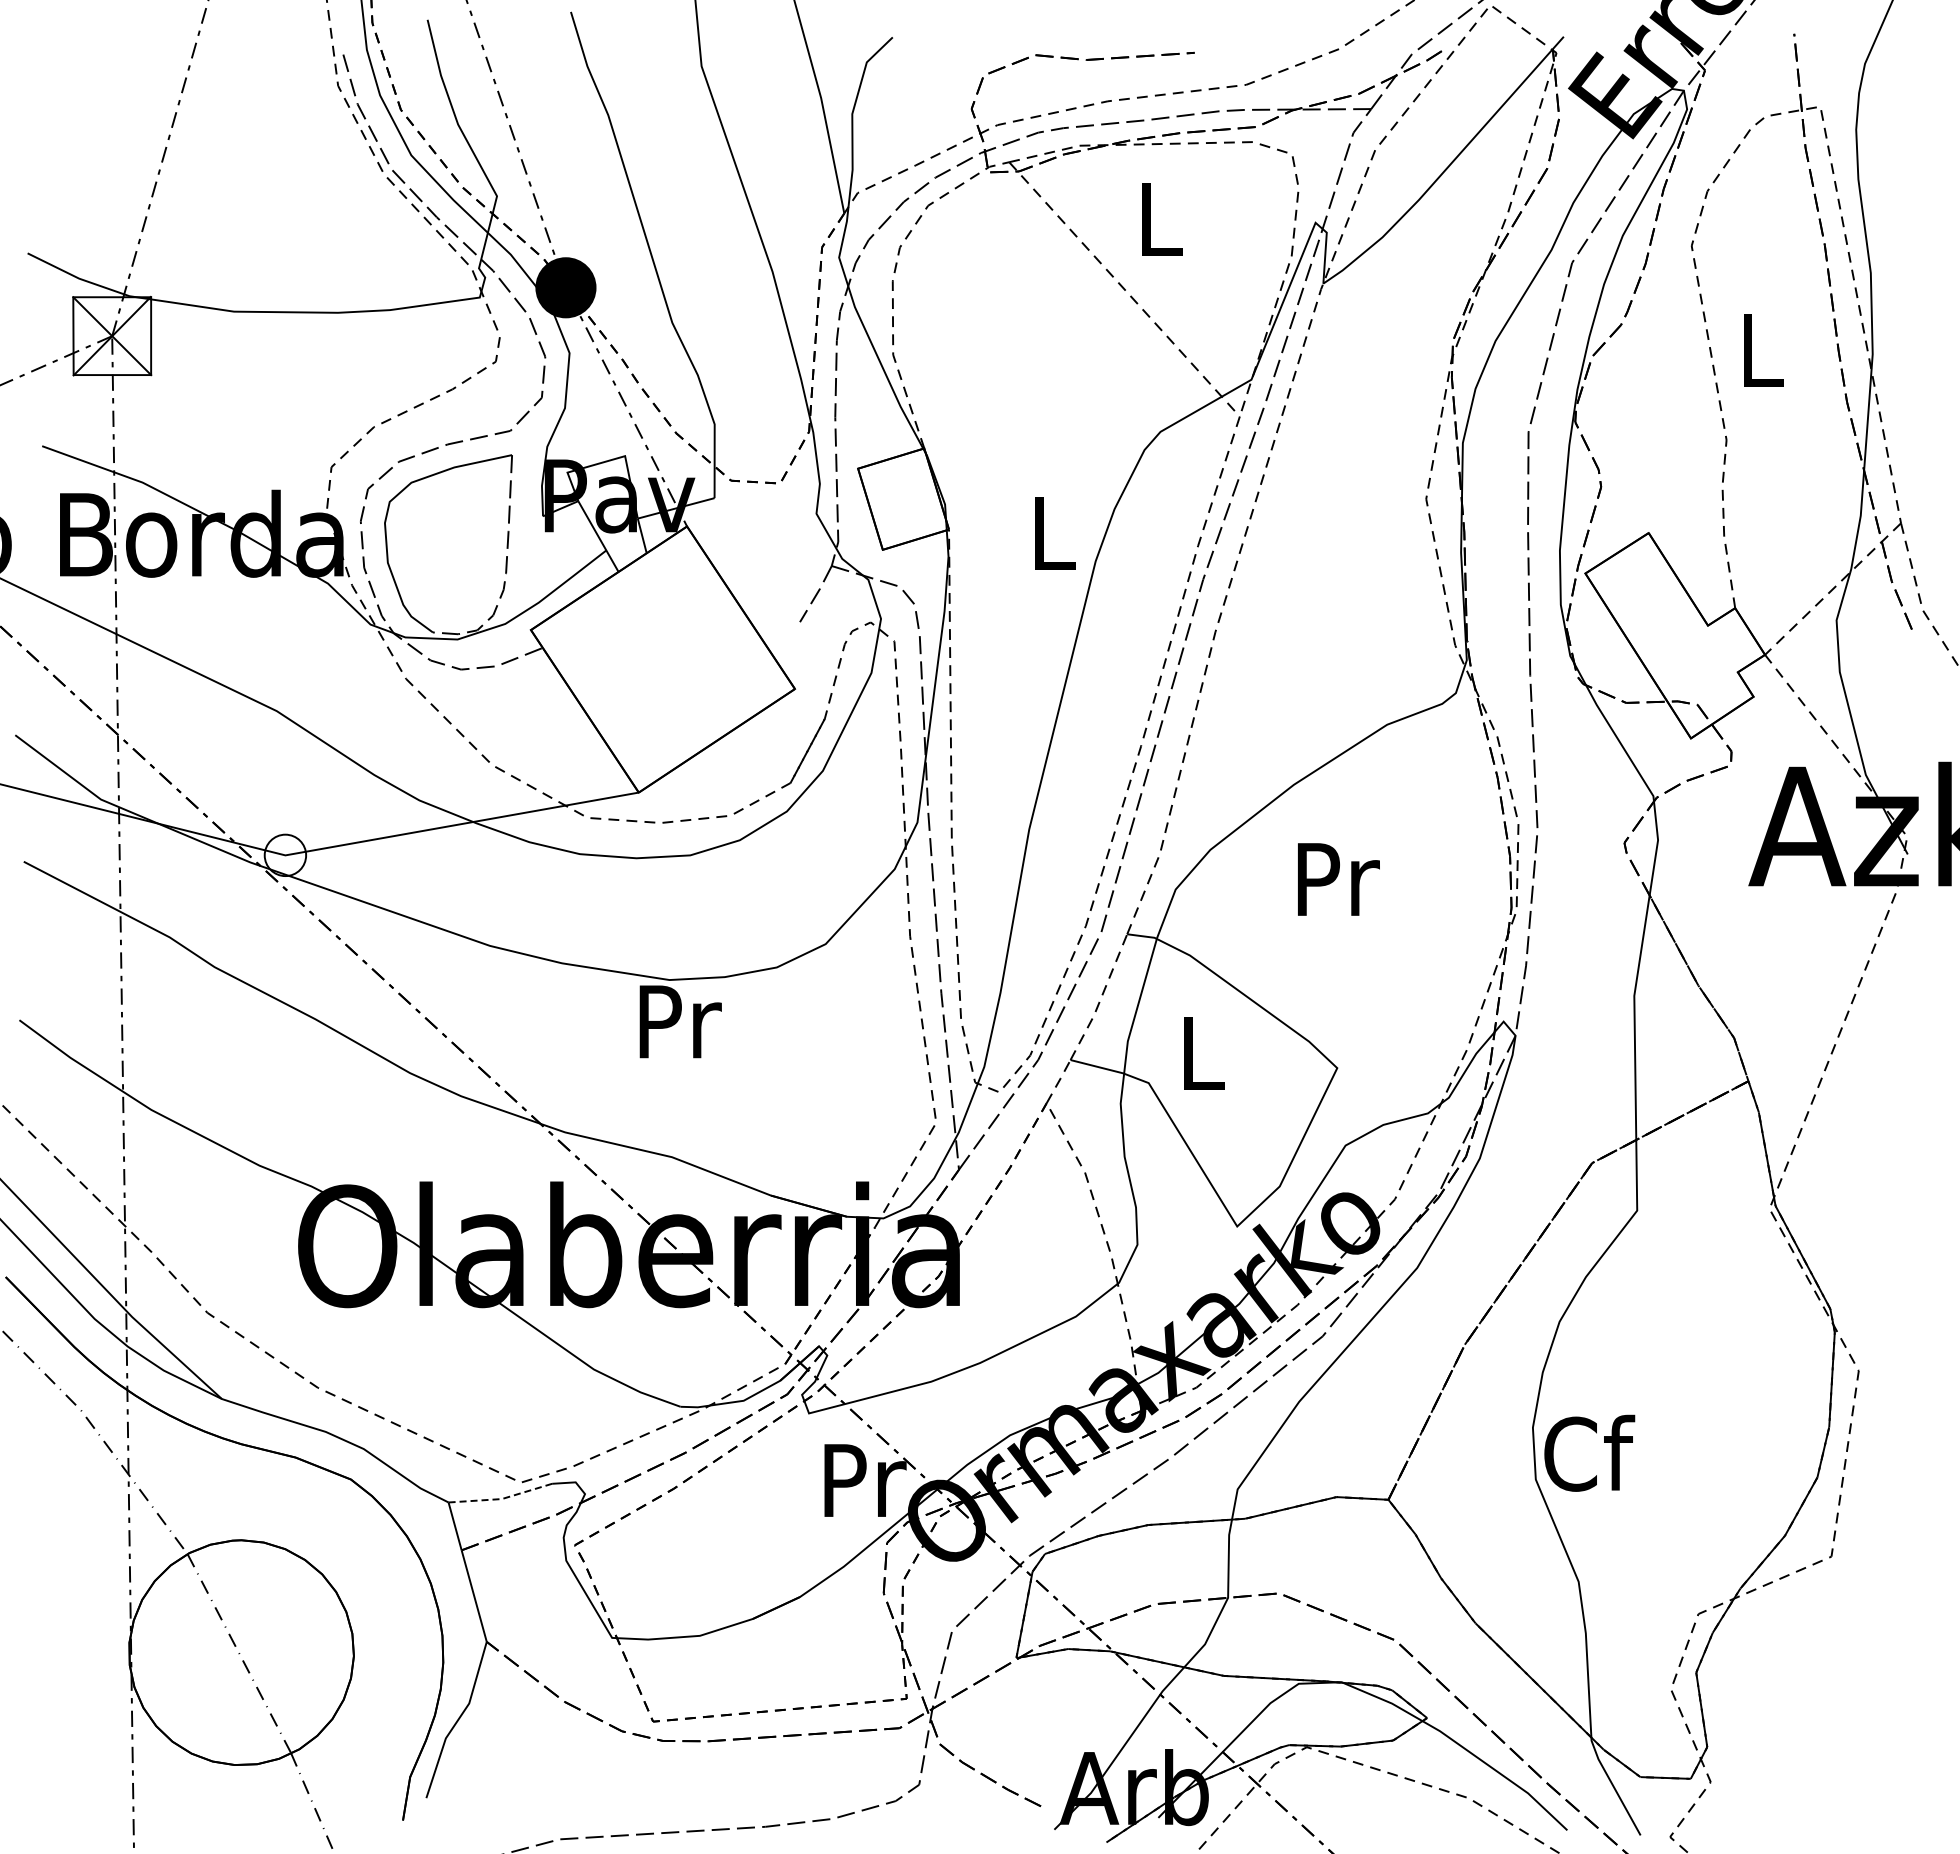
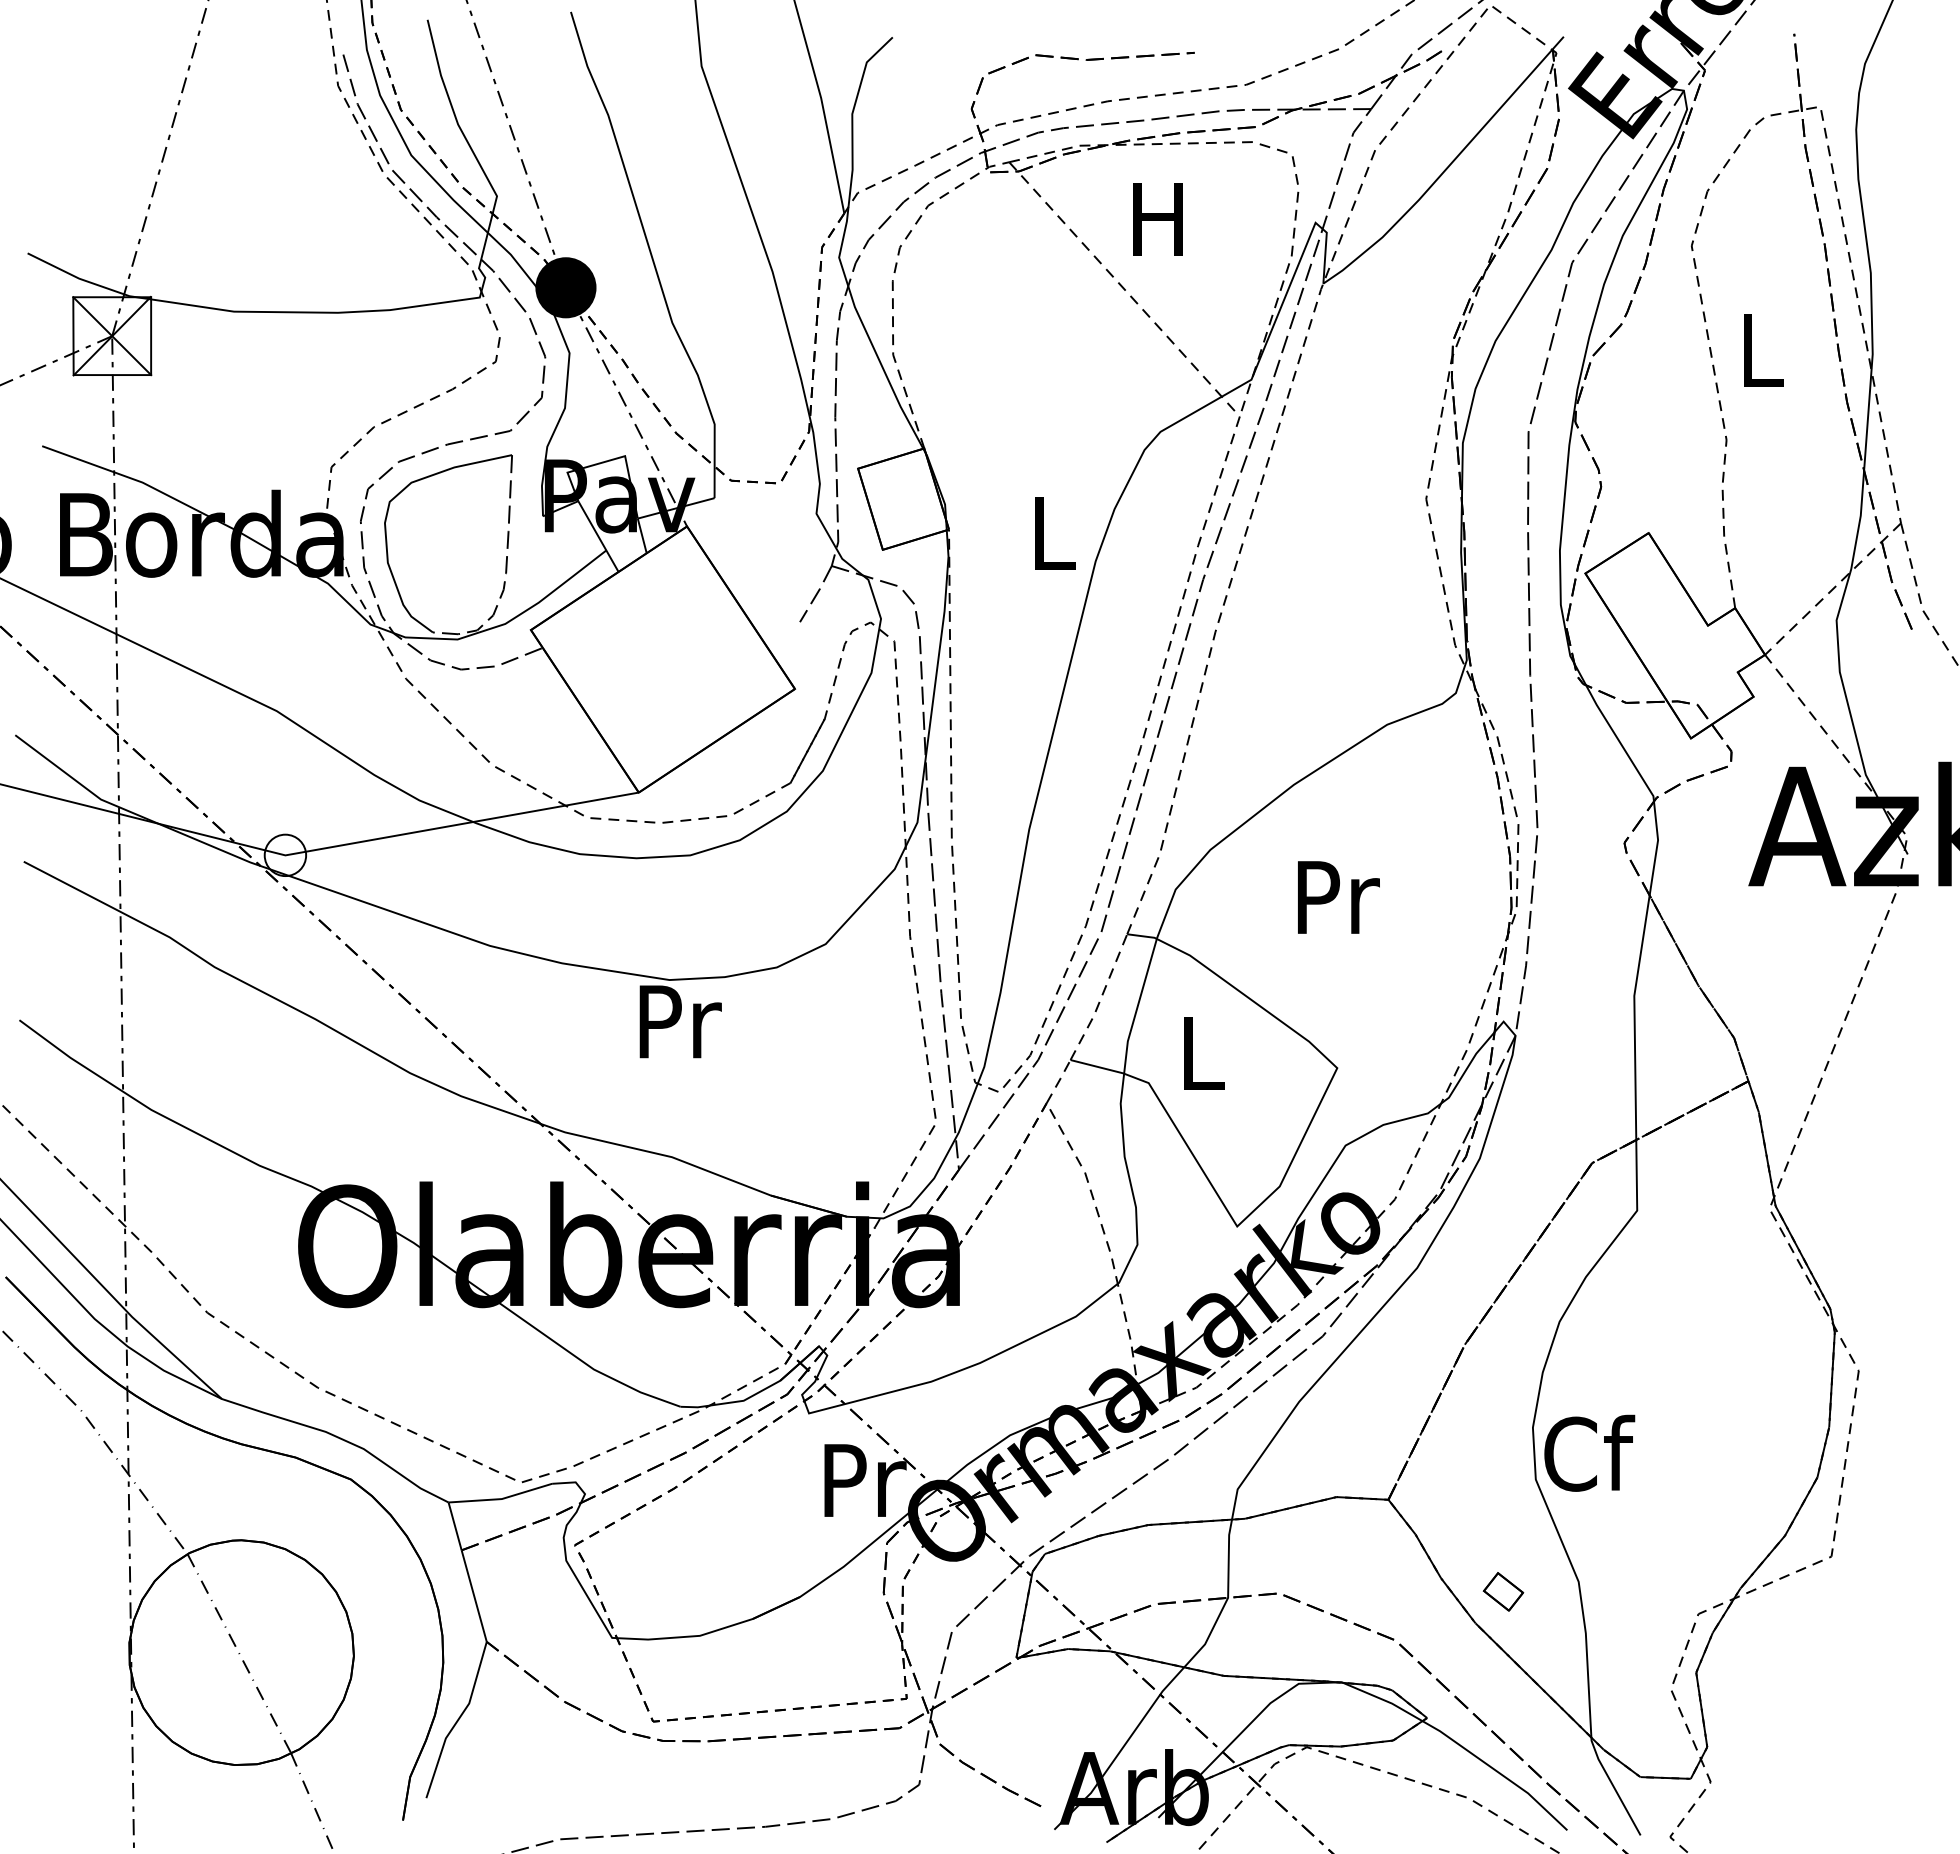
text at (1157, 219): L -> H
text at (1338, 879) position: (1338, 879) -> (1338, 897)
line at (501, 1499): dashed -> solid
part at (1503, 1591): none -> present
